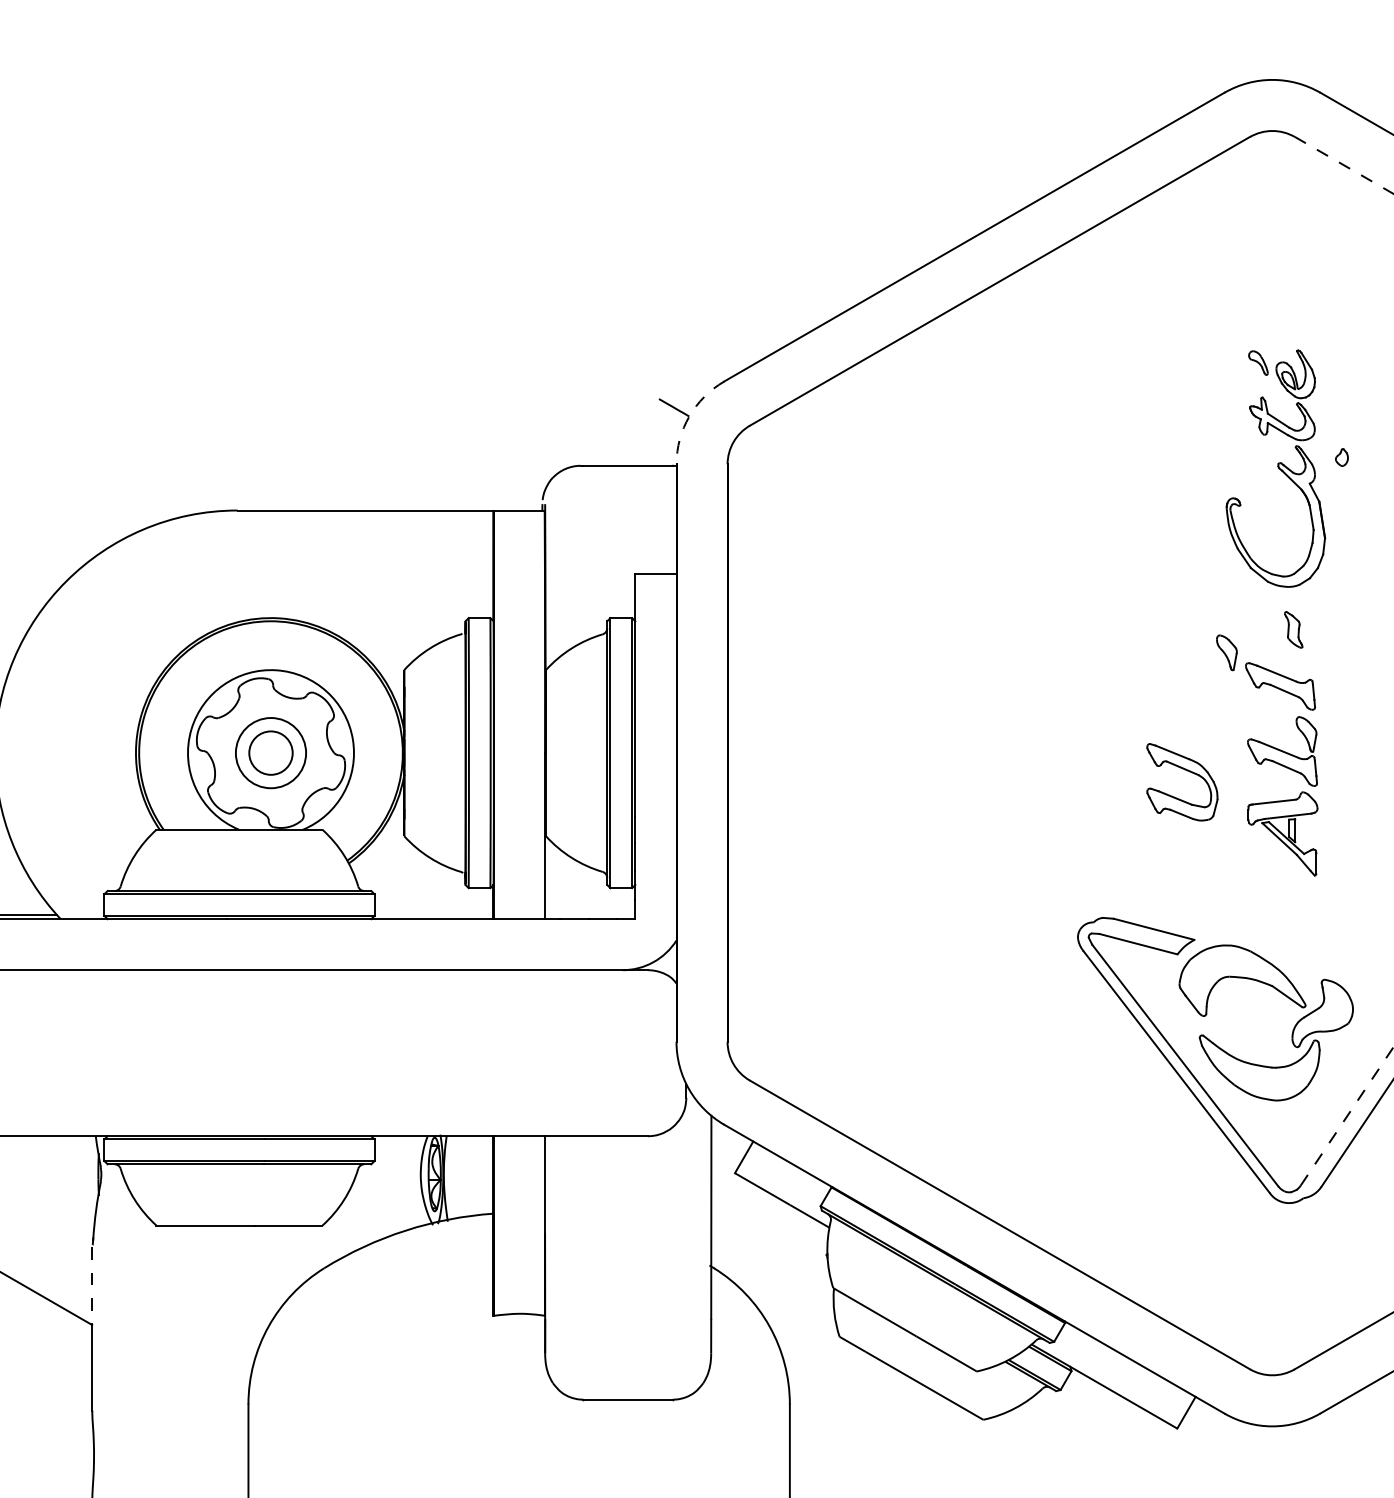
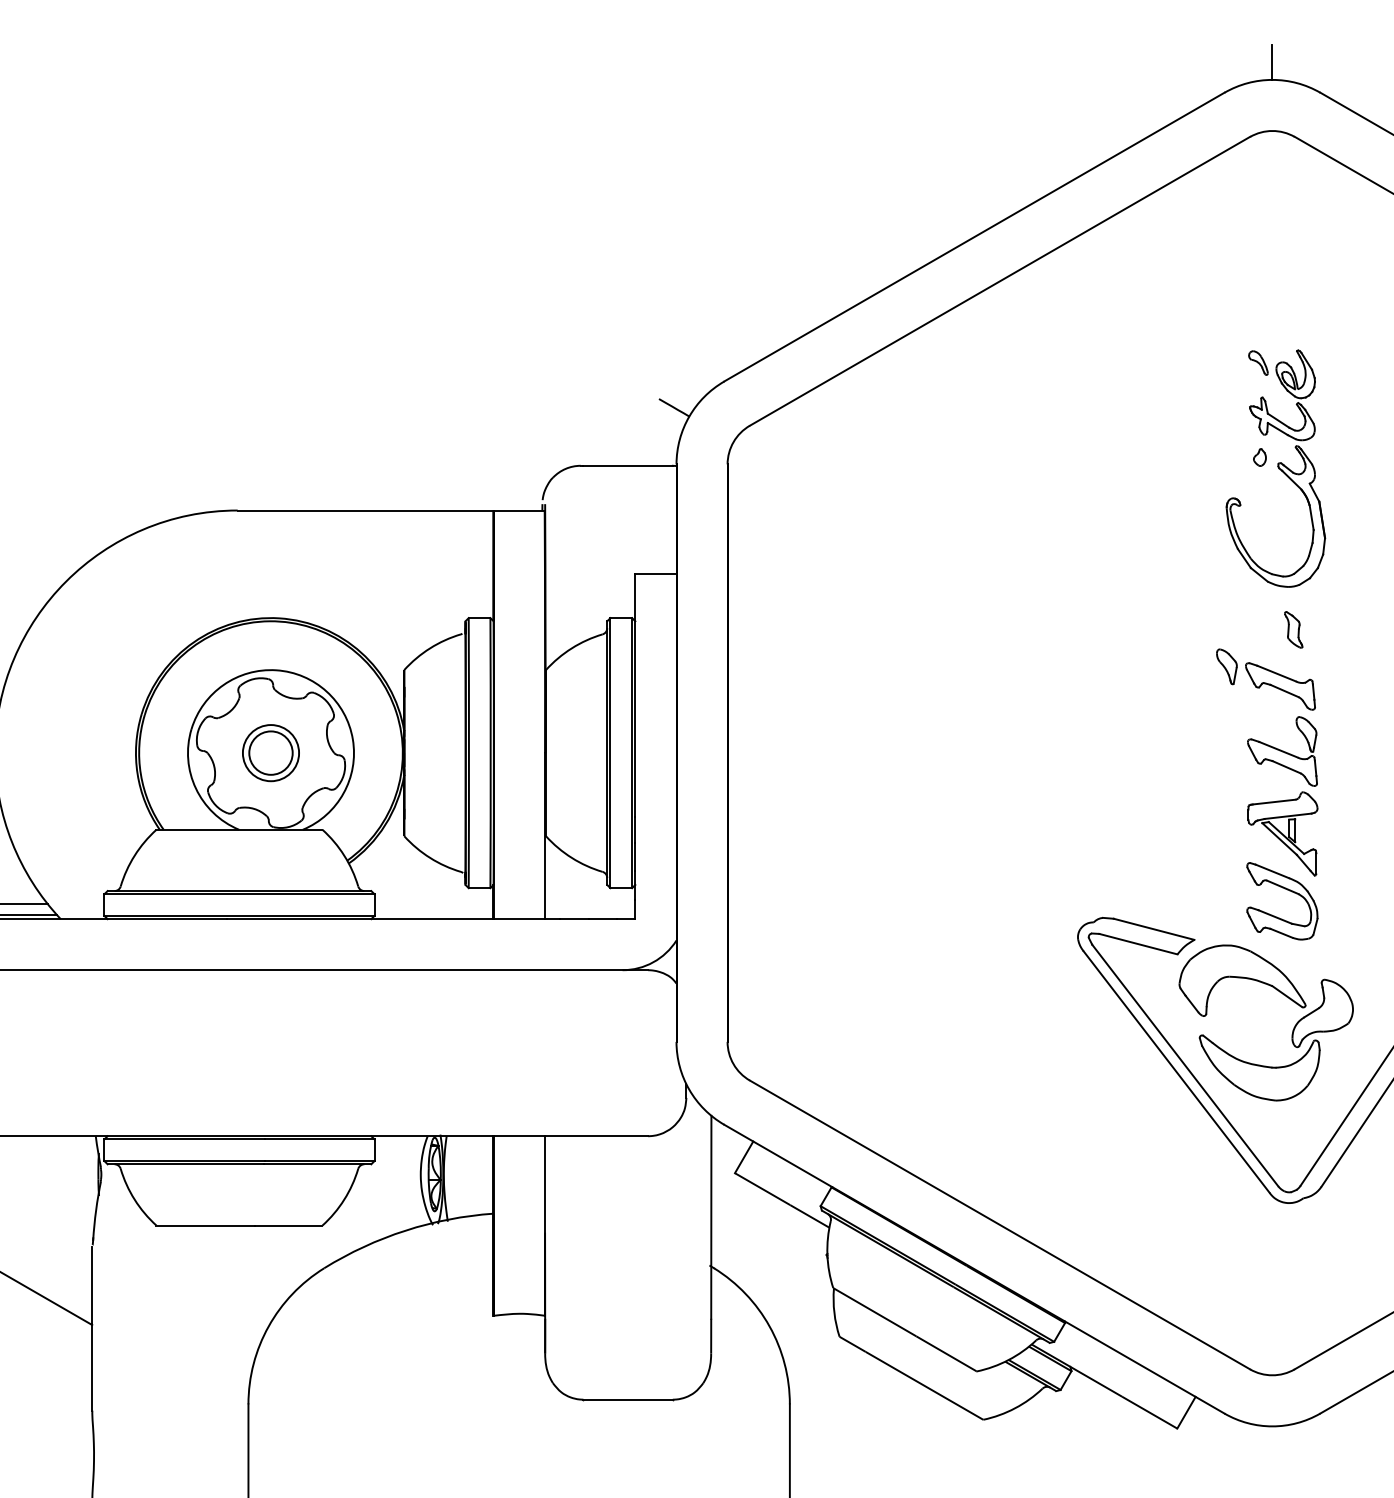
line at (1272, 61): none -> present
line at (1344, 165): dashed -> solid
arc at (689, 416): dashed -> solid
part at (1341, 457) position: (1341, 457) -> (1259, 457)
part at (1226, 652) position: (1226, 652) -> (1226, 666)
circle at (270, 753) diameter: 70 px -> 56 px
part at (1187, 771) position: (1187, 771) -> (1287, 890)
line at (25, 904): none -> present
line at (1347, 1116): dashed -> solid
line at (92, 1286): dashed -> solid
